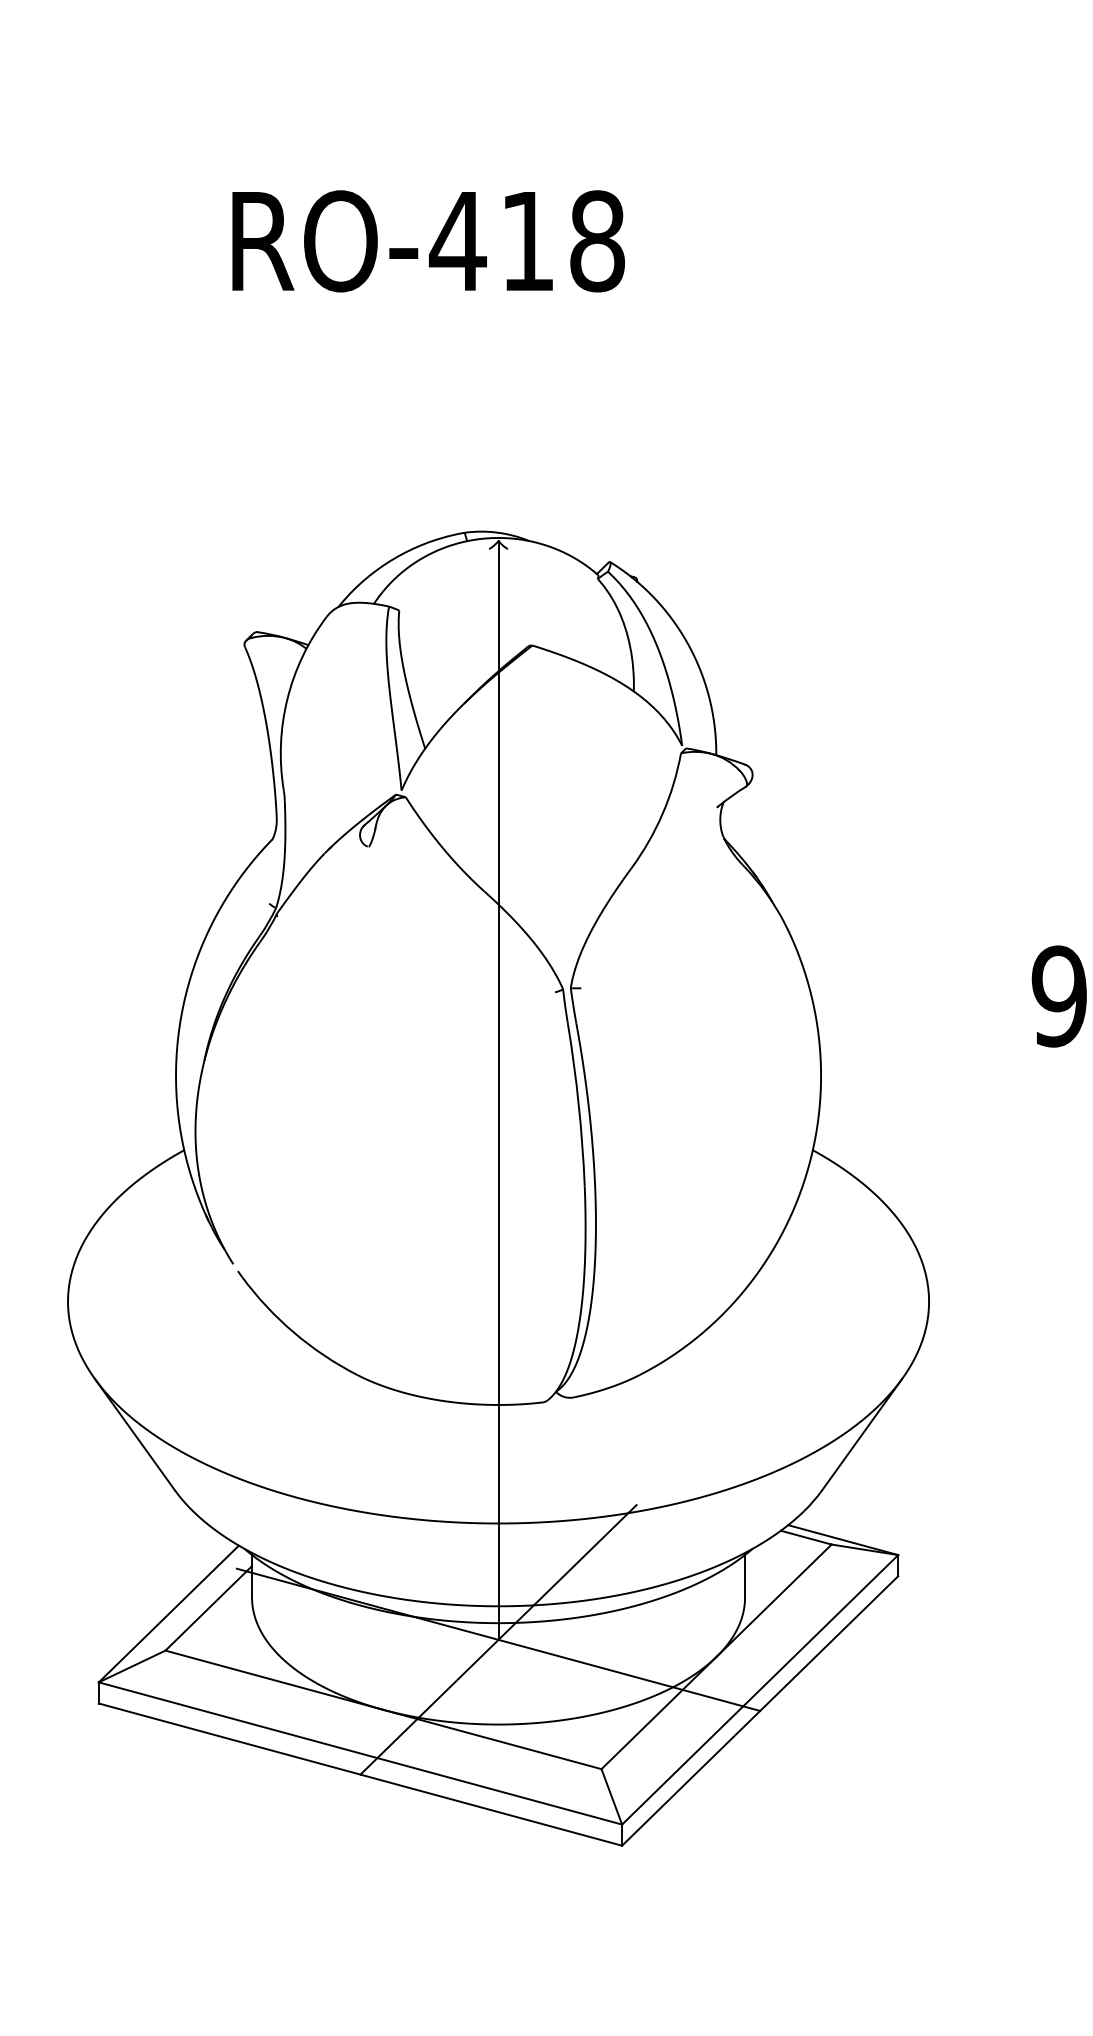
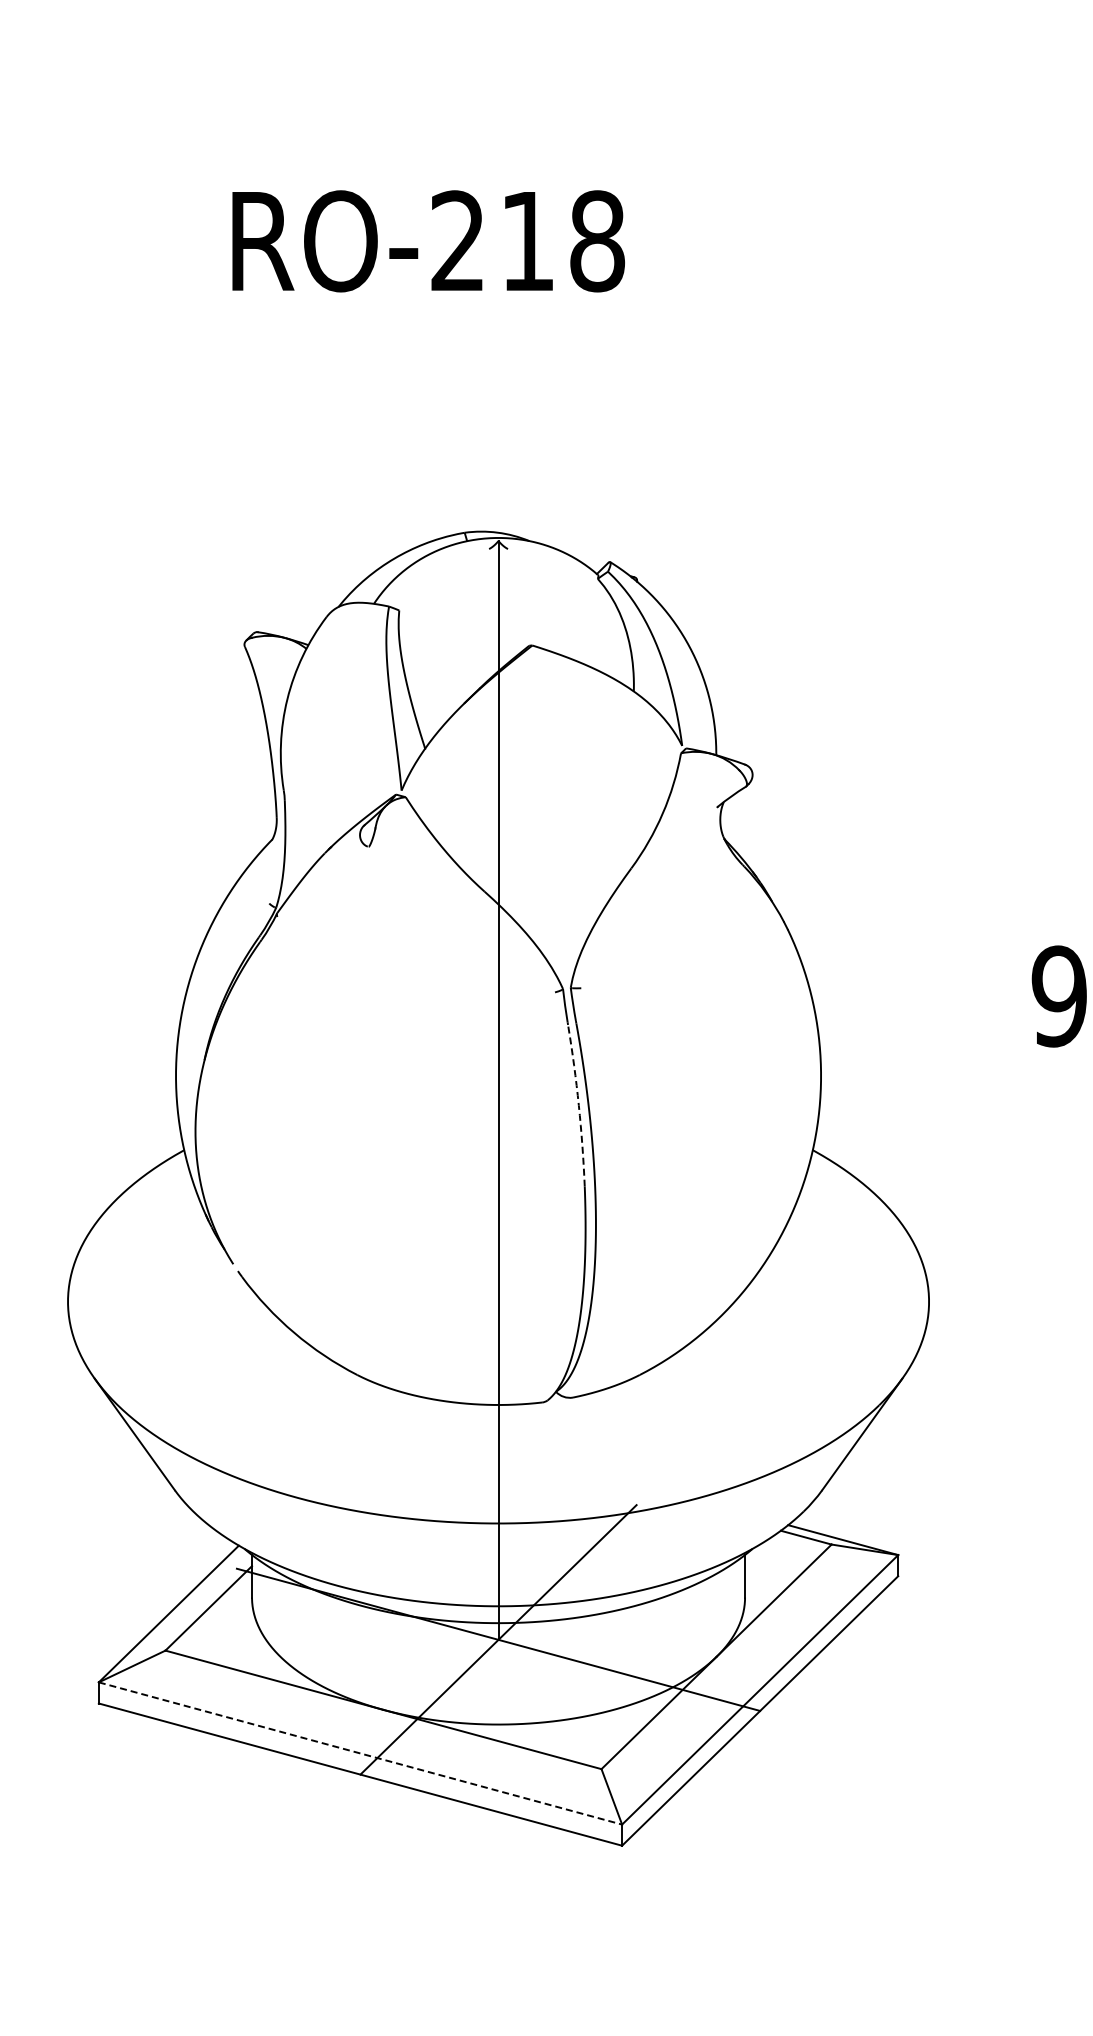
text at (457, 240): RO-418 -> RO-218
arc at (578, 1105): solid -> dashed
line at (360, 1753): solid -> dashed
